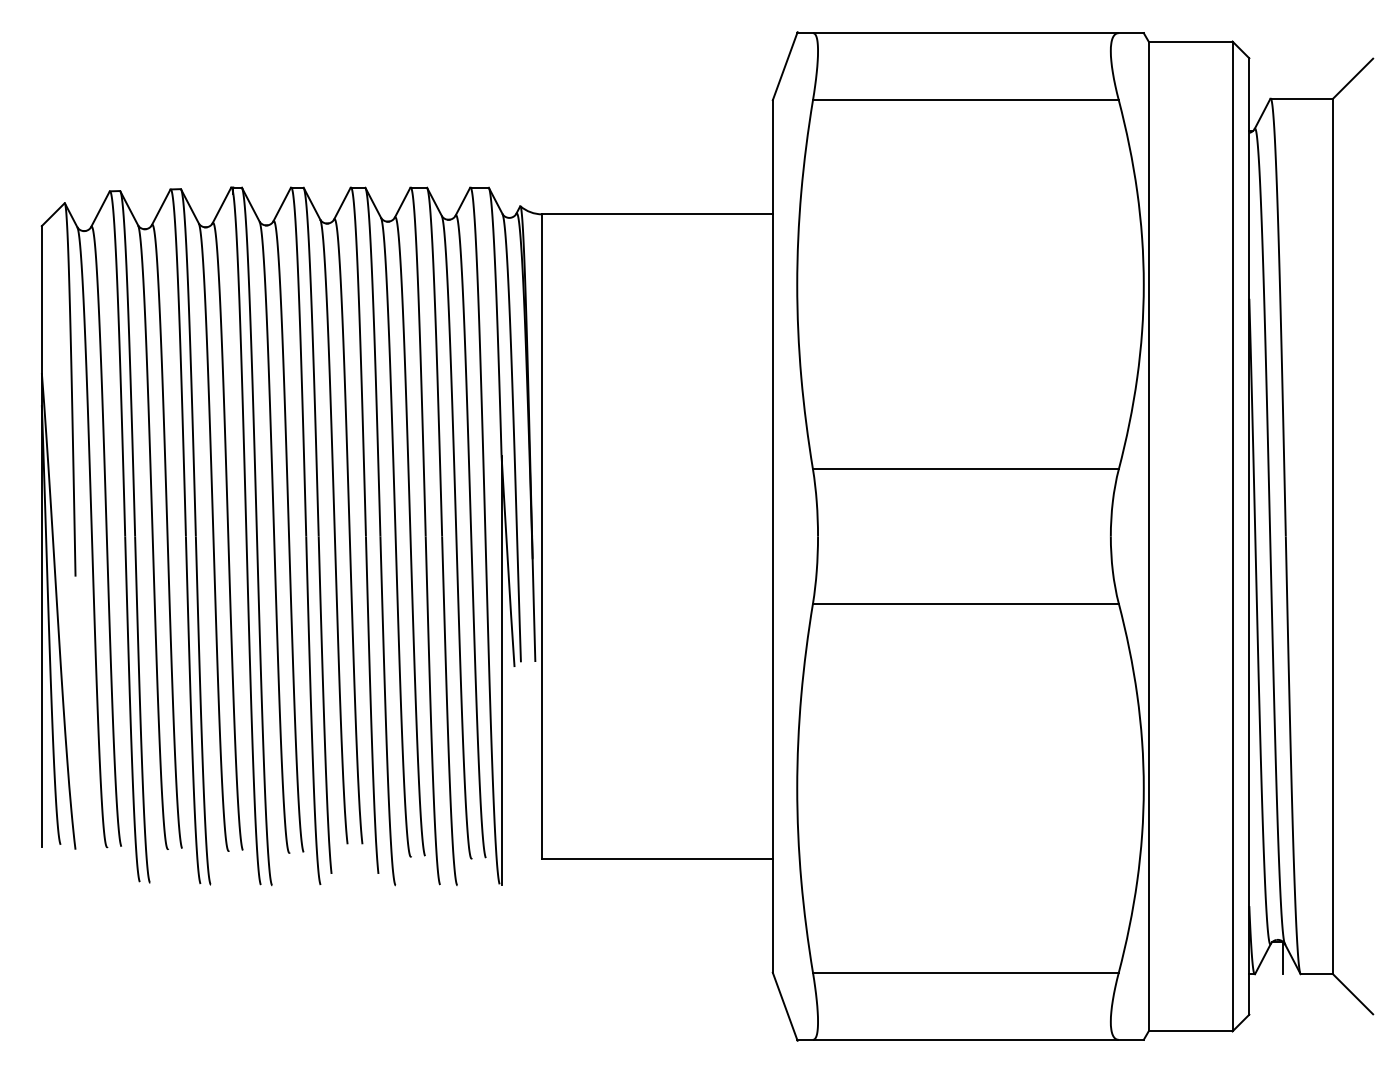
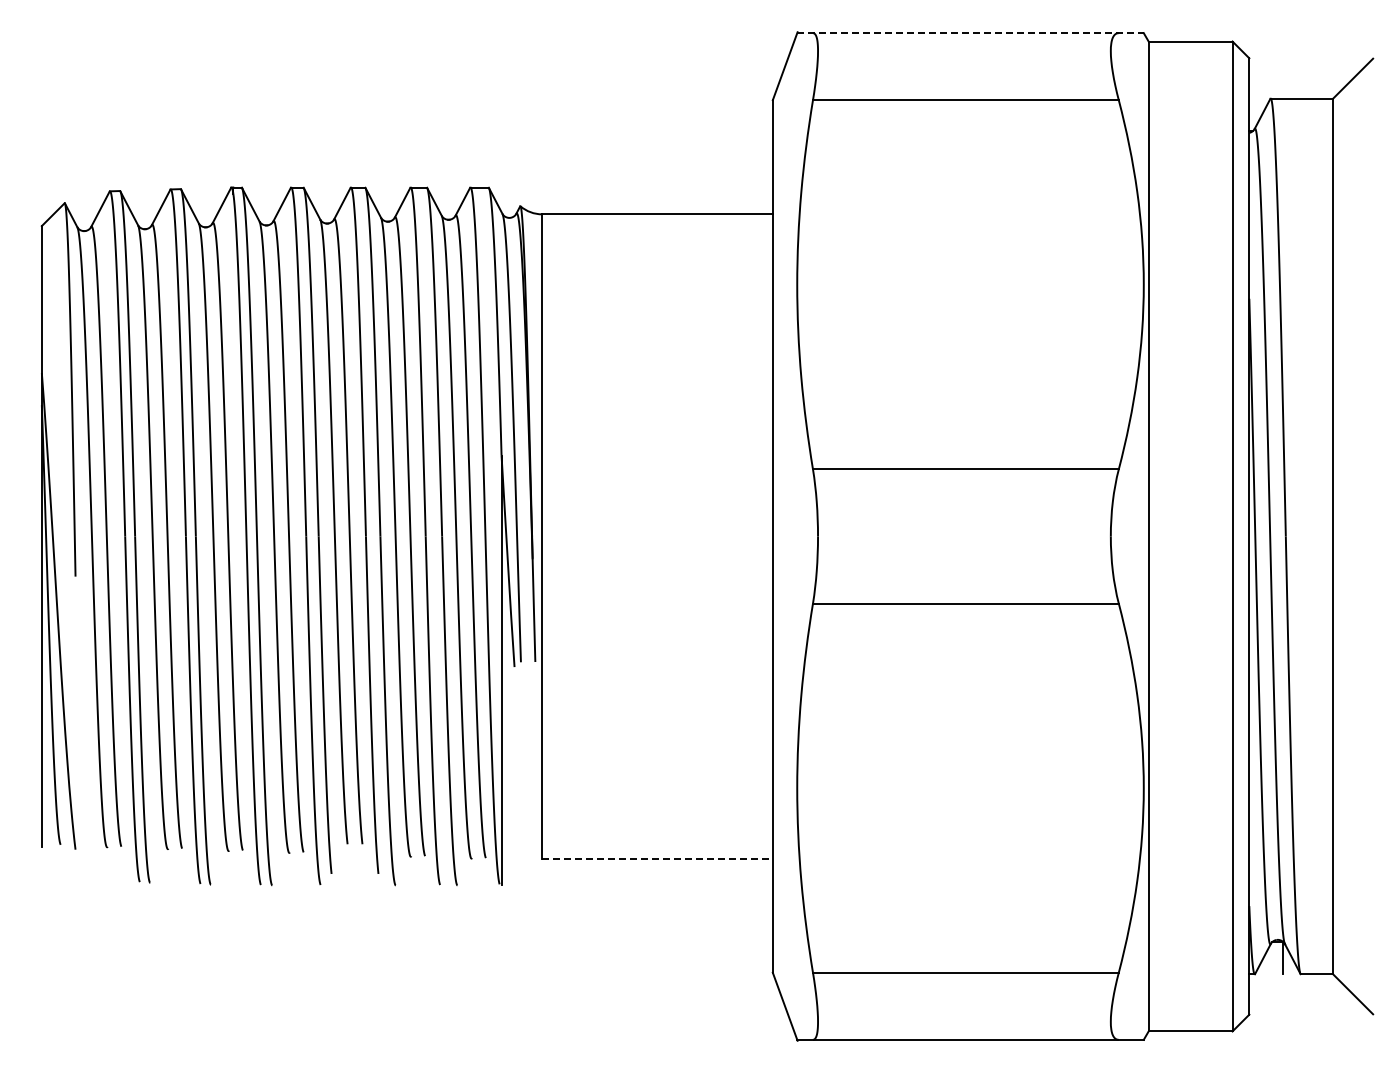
line at (971, 33): solid -> dashed
line at (658, 858): solid -> dashed
